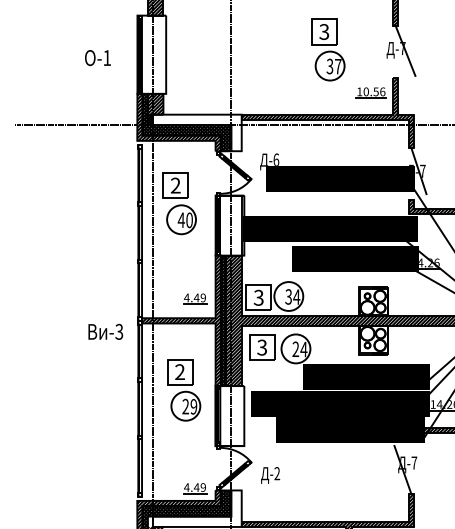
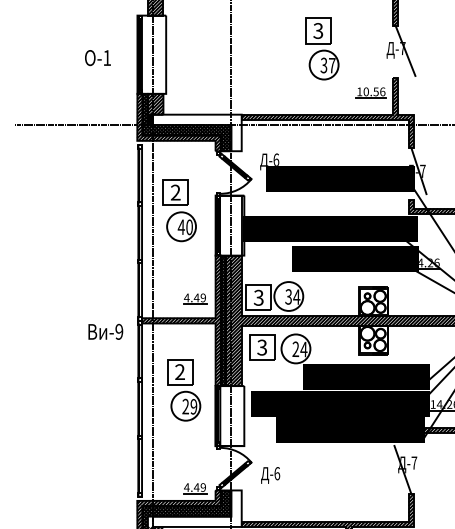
part at (328, 49) position: (328, 49) -> (322, 48)
part at (179, 203) position: (179, 203) -> (179, 210)
text at (119, 331): -3 -> -9
text at (277, 473): -2 -> -6
